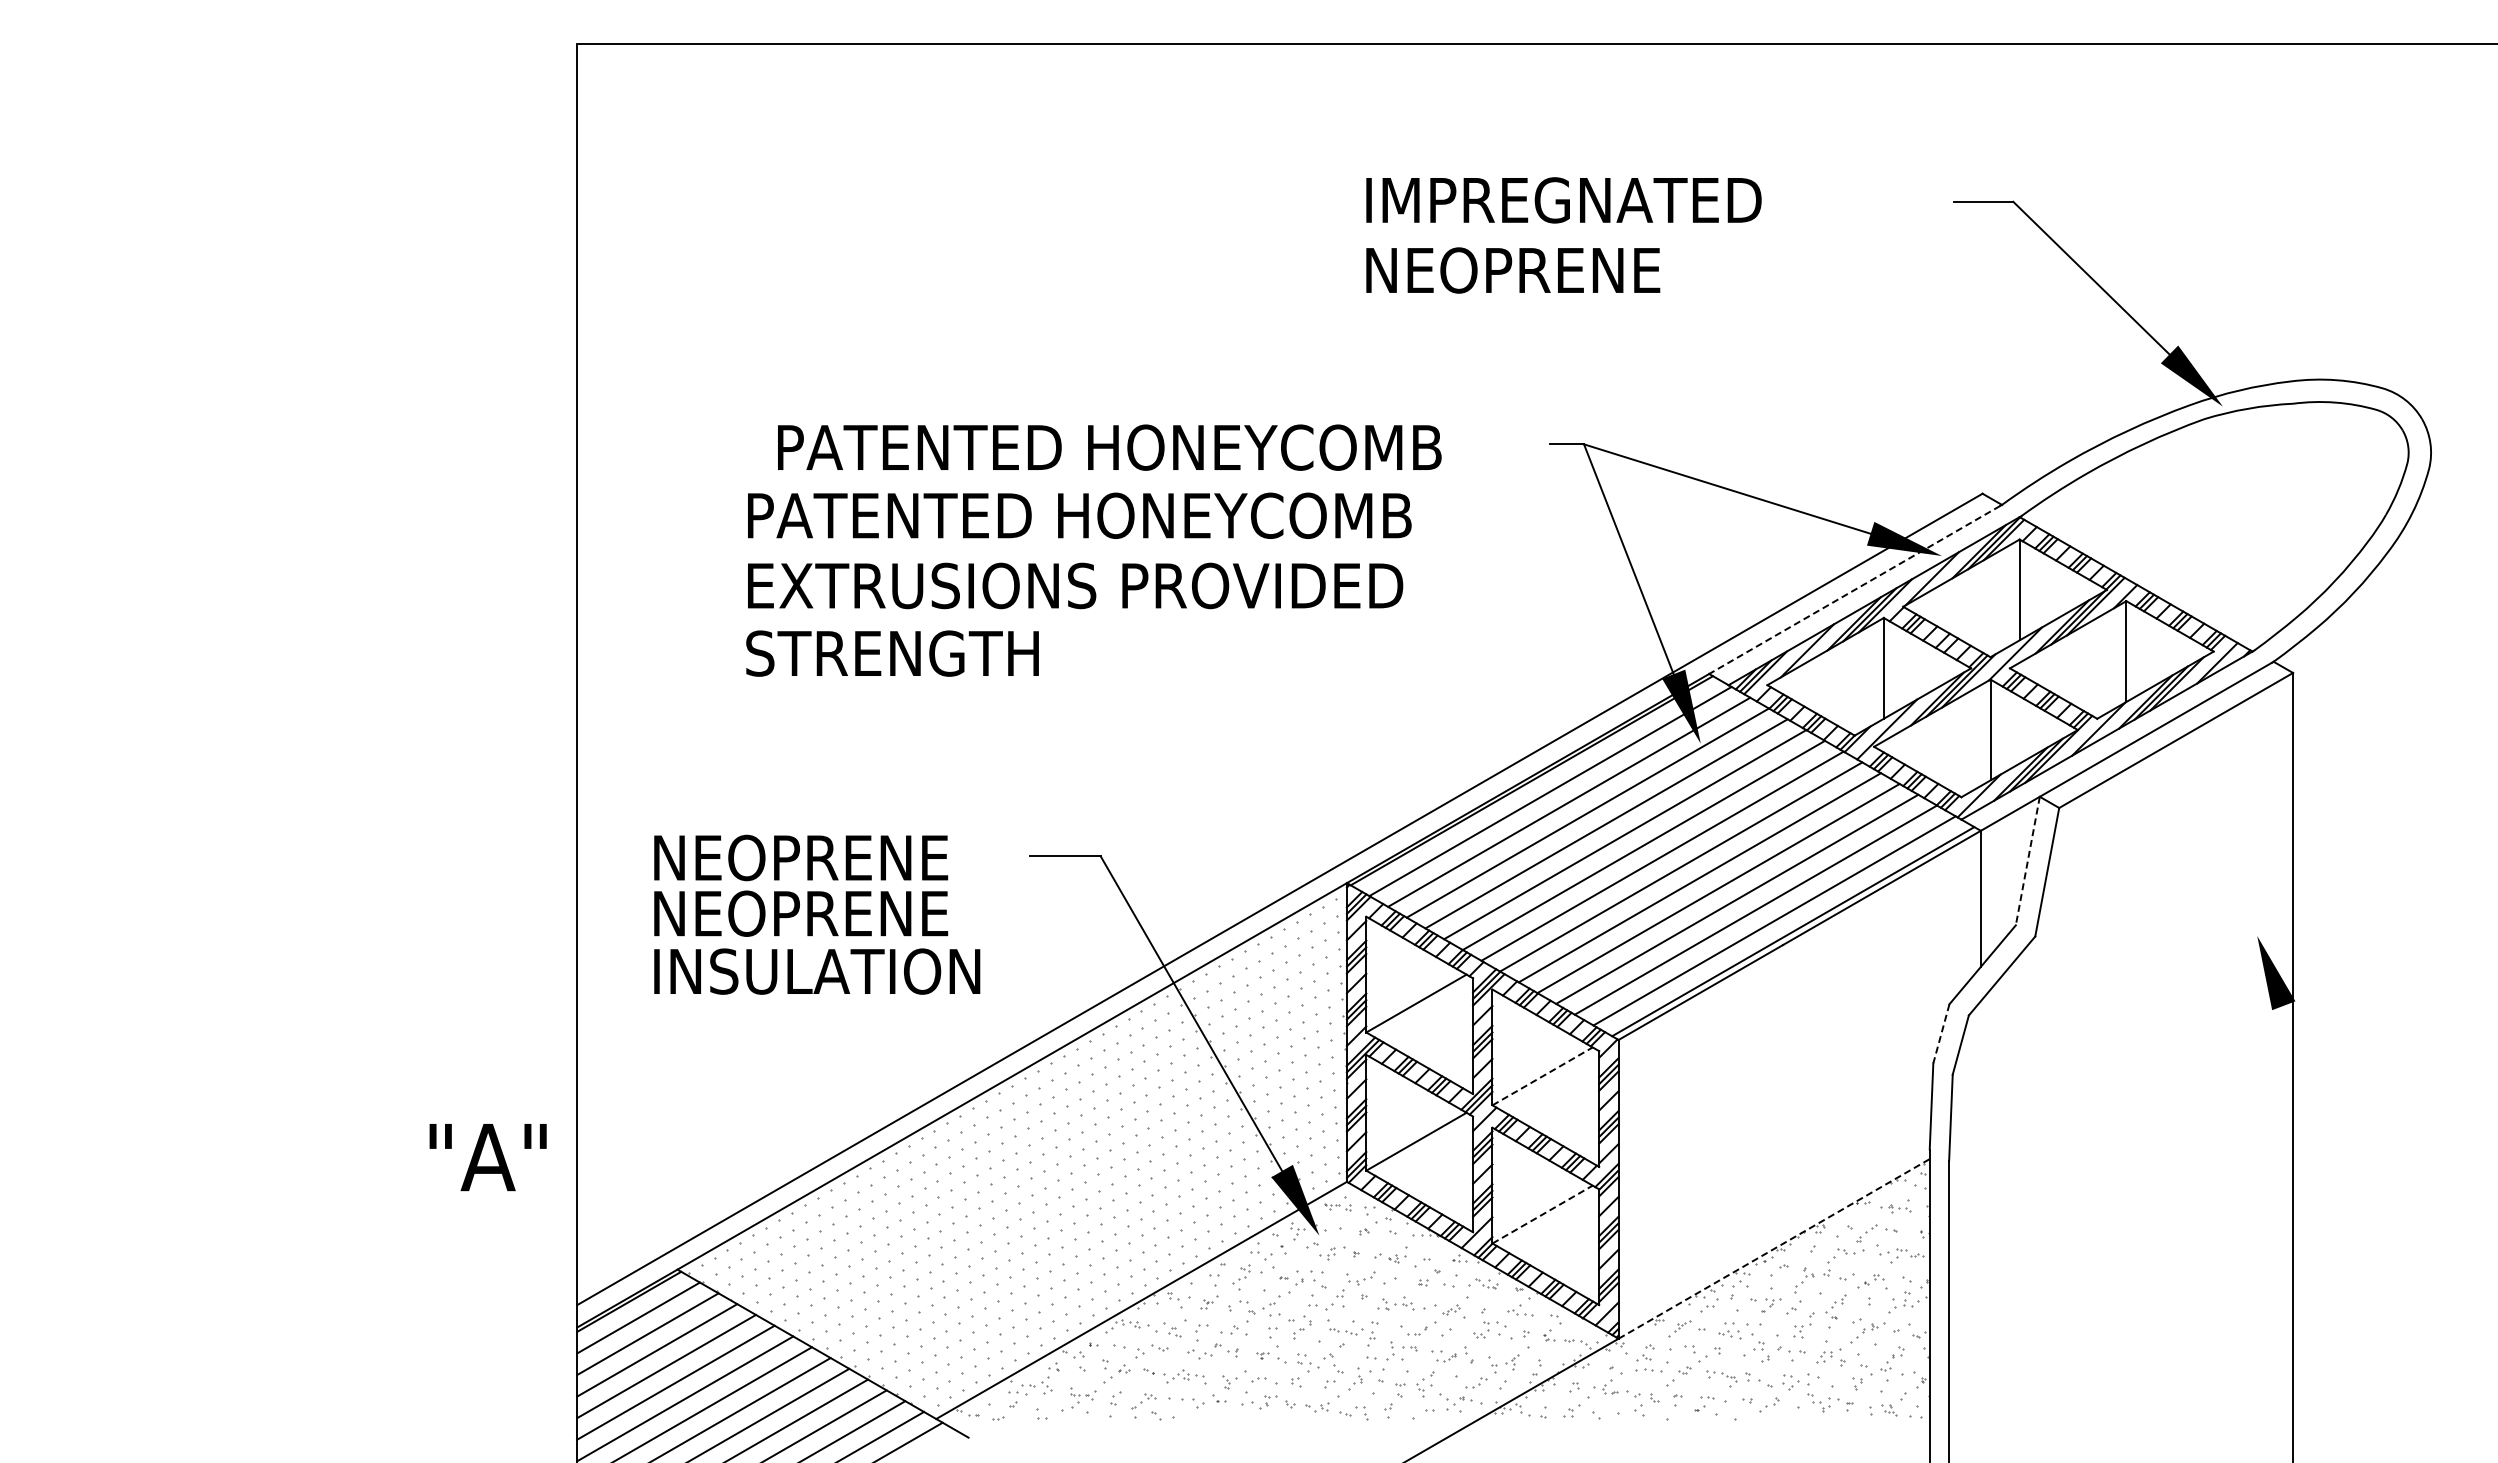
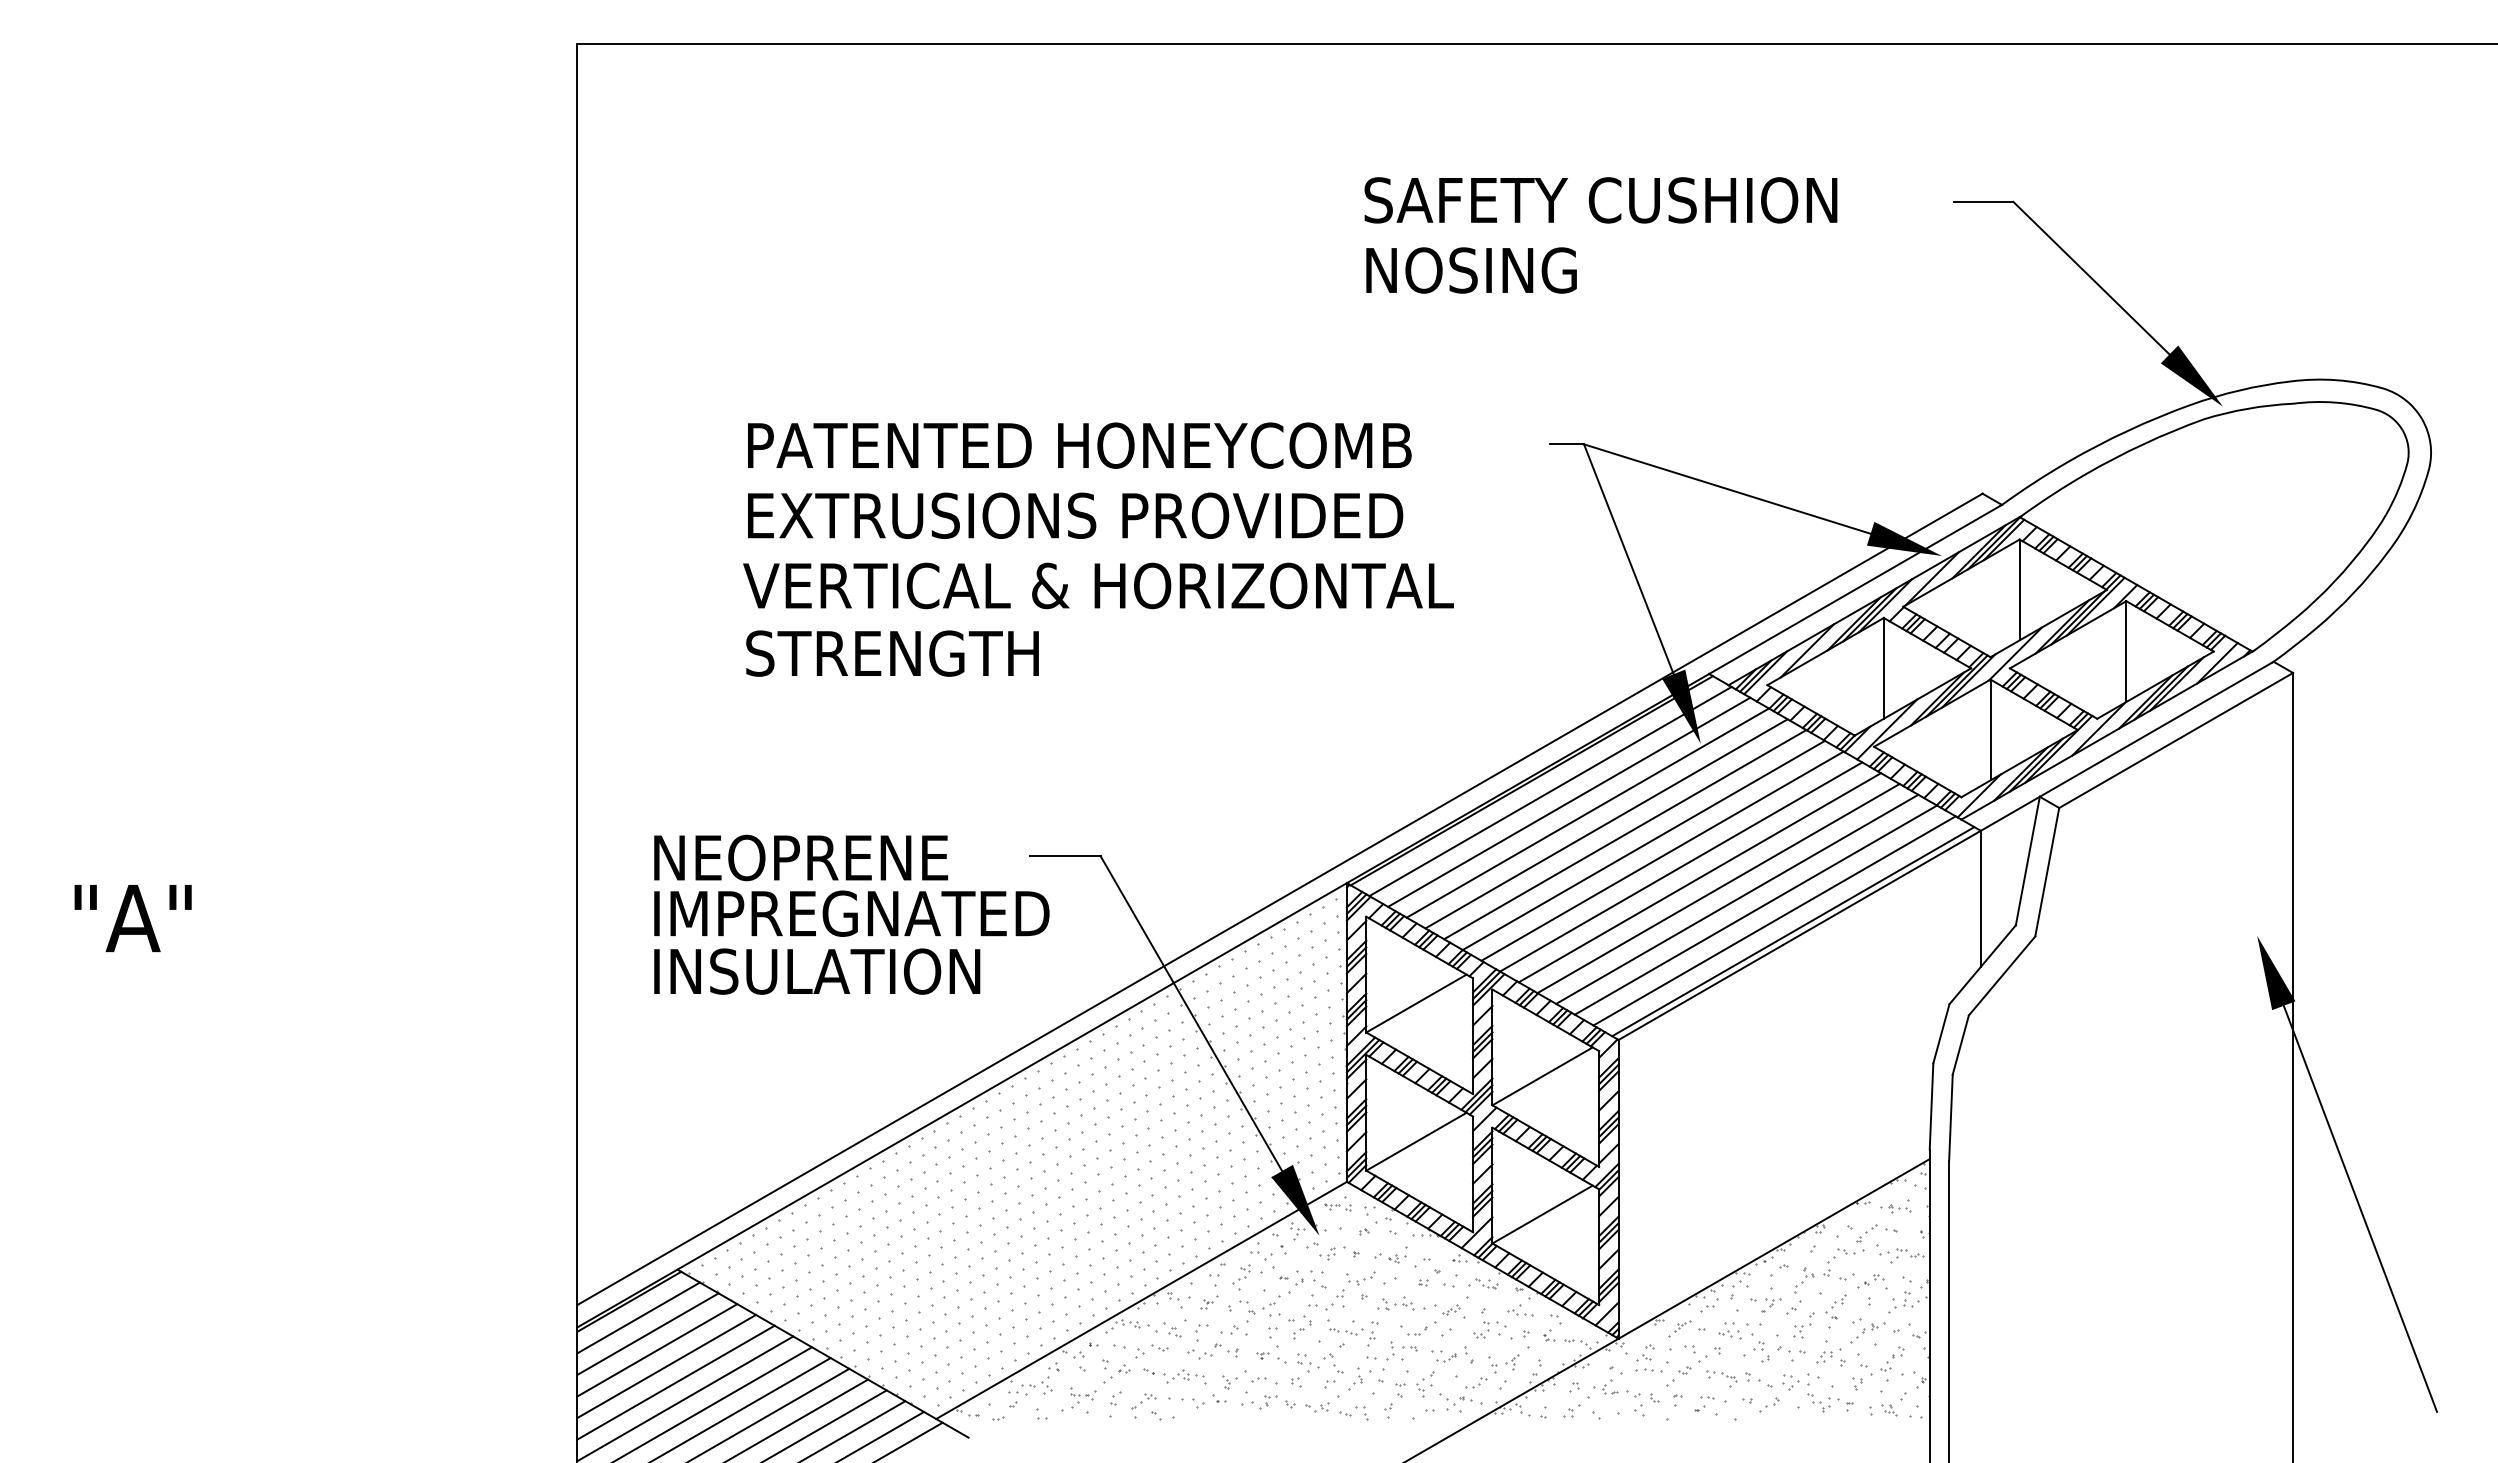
text at (1600, 200): IMPREGNATED -> SAFETY CUSHION
text at (1532, 270): NEOPRENE -> NOSING
text at (1109, 447) position: (1109, 447) -> (1079, 445)
text at (1082, 515): PATENTED HONEYCOMB -> EXTRUSIONS PROVIDED
text at (1098, 585): EXTRUSIONS PROVIDED -> VERTICAL & HORIZONTAL
line at (1854, 590): dashed -> solid
line at (2027, 861): dashed -> solid
text at (854, 913): NEOPRENE -> IMPREGNATED
line at (1941, 1033): dashed -> solid
line at (1542, 1076): dashed -> solid
text at (487, 1157) position: (487, 1157) -> (132, 918)
line at (2360, 1208): none -> present
line at (1542, 1214): dashed -> solid
line at (1774, 1248): dashed -> solid
